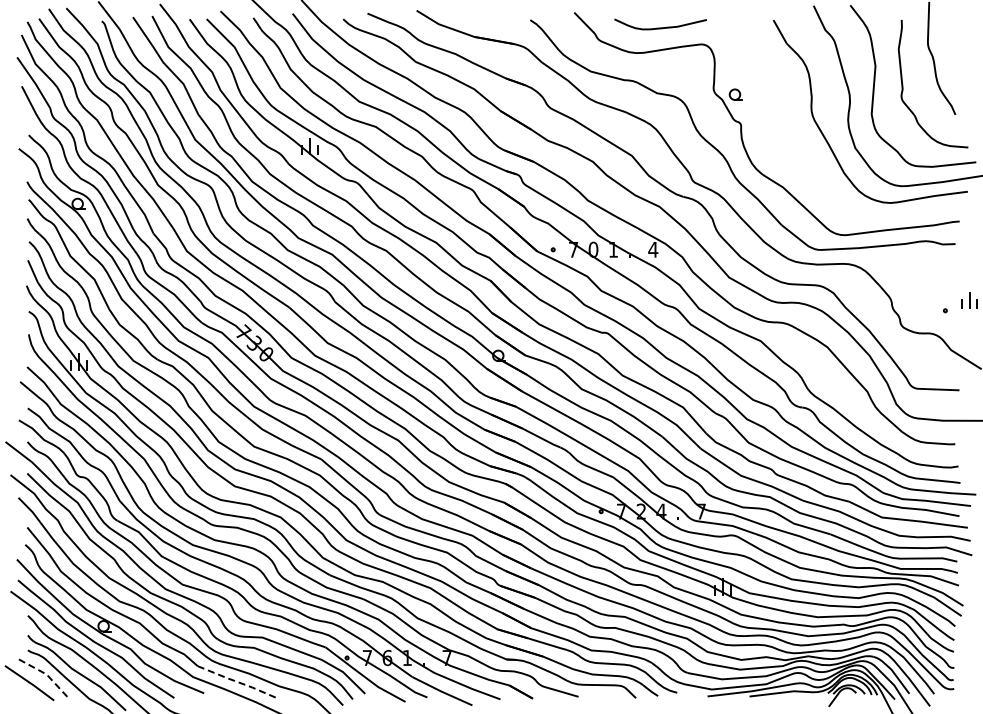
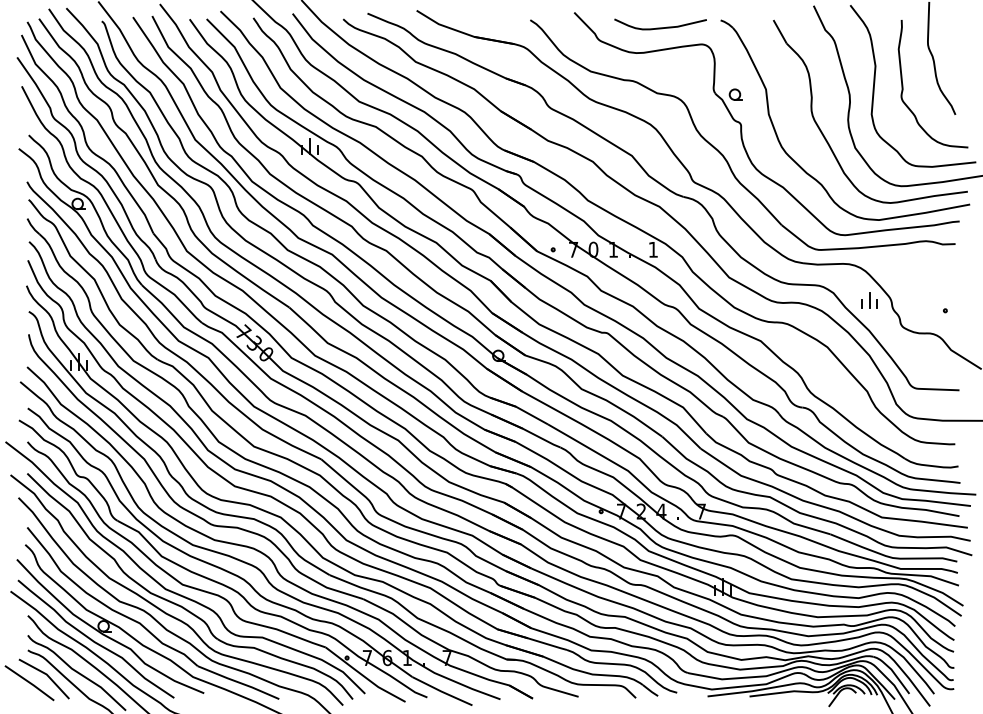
part at (799, 164): none -> present
text at (653, 249): 4 -> 1
part at (969, 300) position: (969, 300) -> (869, 300)
line at (47, 675): dashed -> solid
line at (238, 682): dashed -> solid
